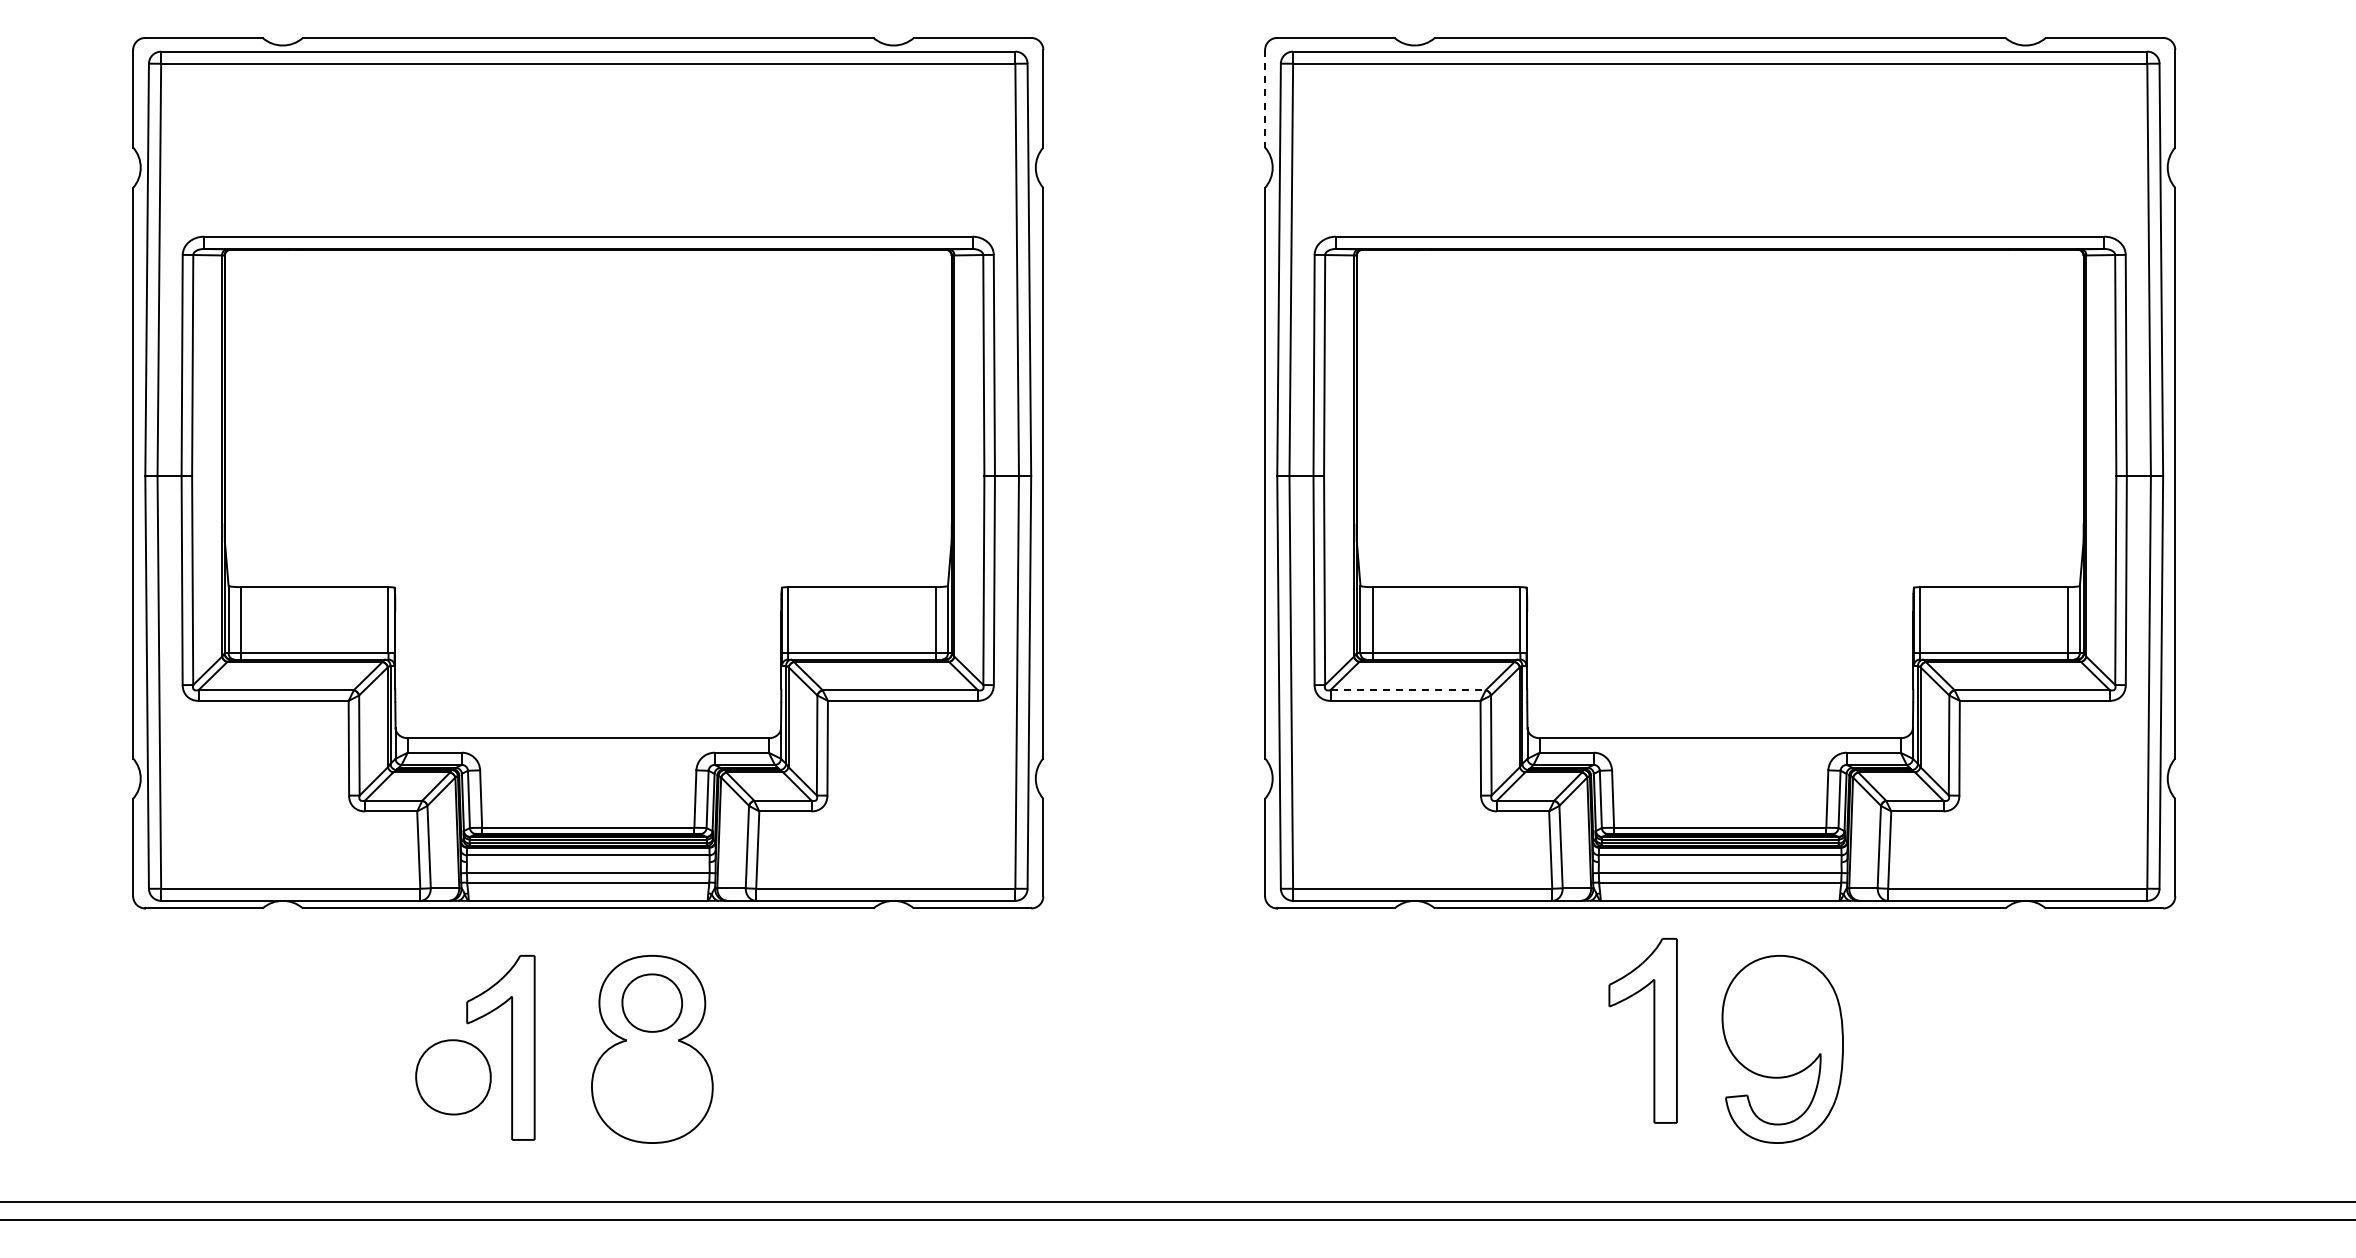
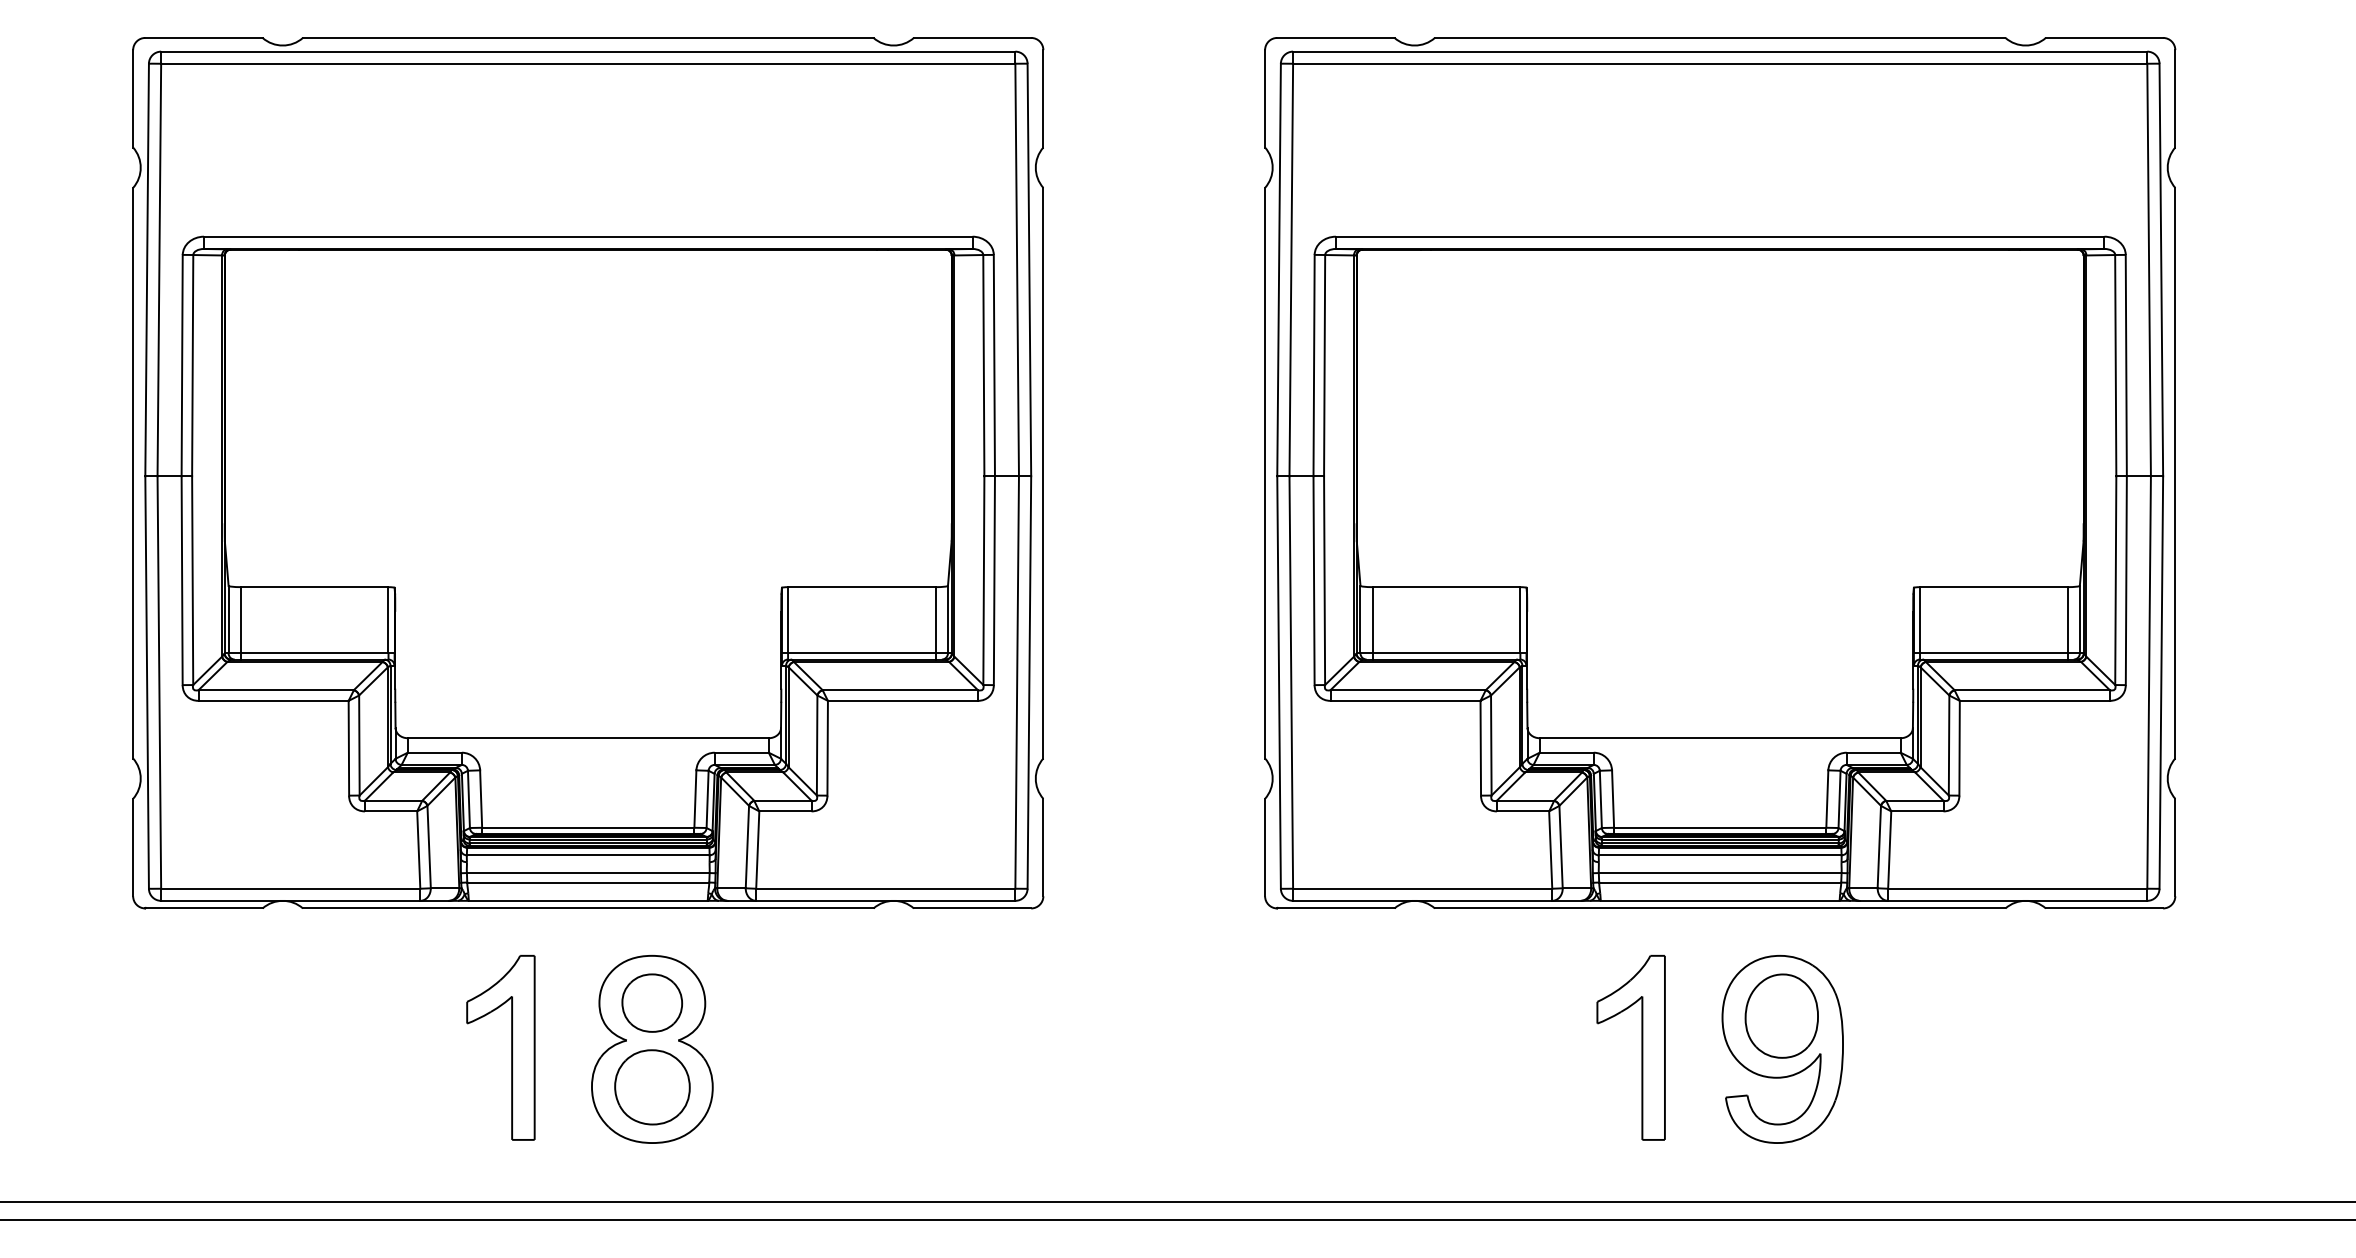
line at (1265, 98): dashed -> solid
line at (1408, 690): dashed -> solid
part at (1781, 1015): none -> present
part at (1653, 1030) position: (1653, 1030) -> (1641, 1047)
part at (453, 1077) position: (453, 1077) -> (652, 1087)
